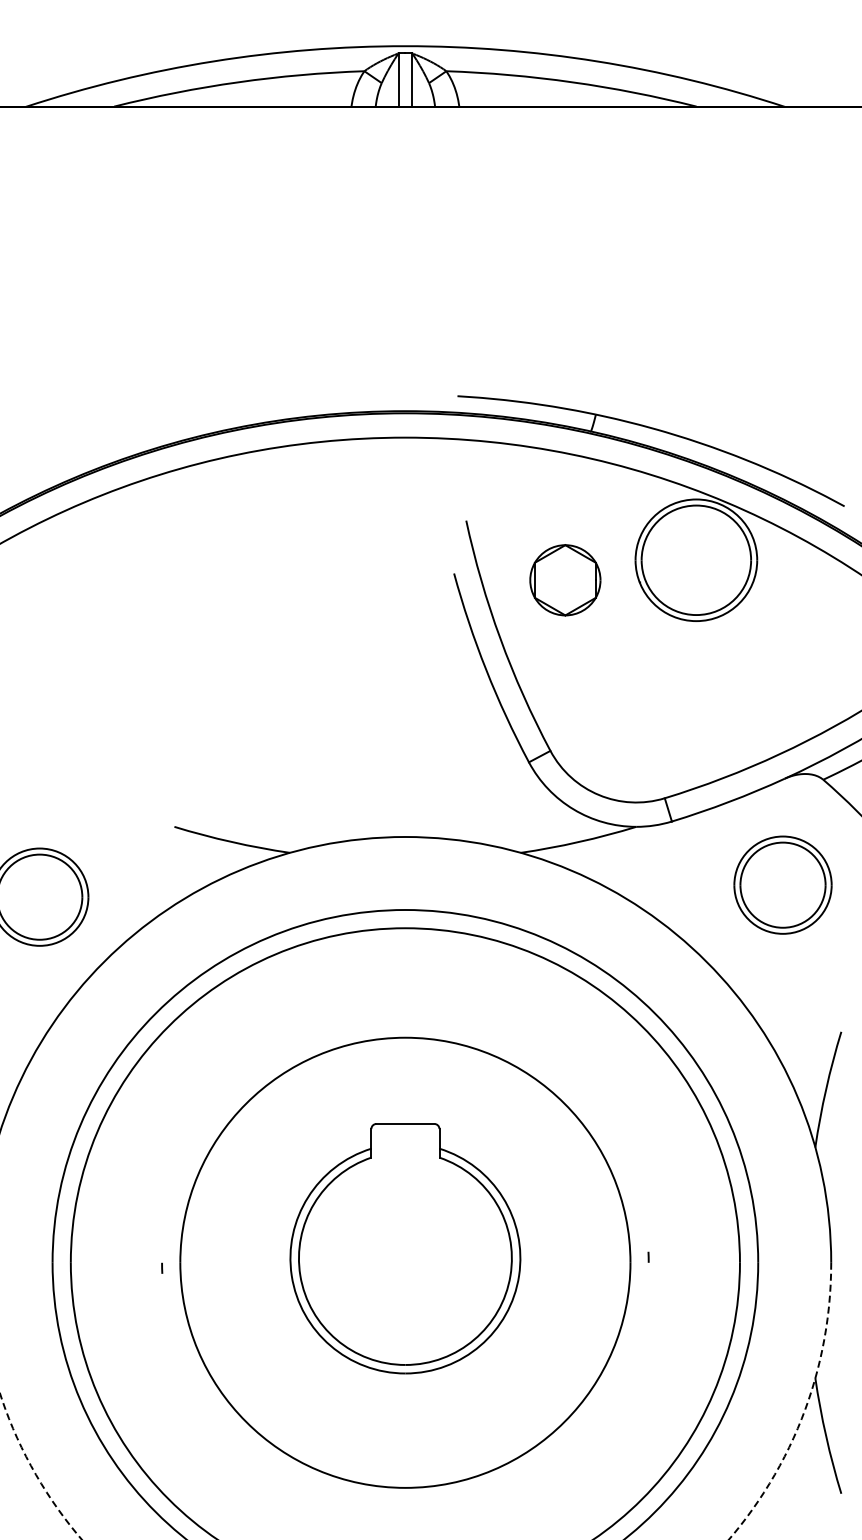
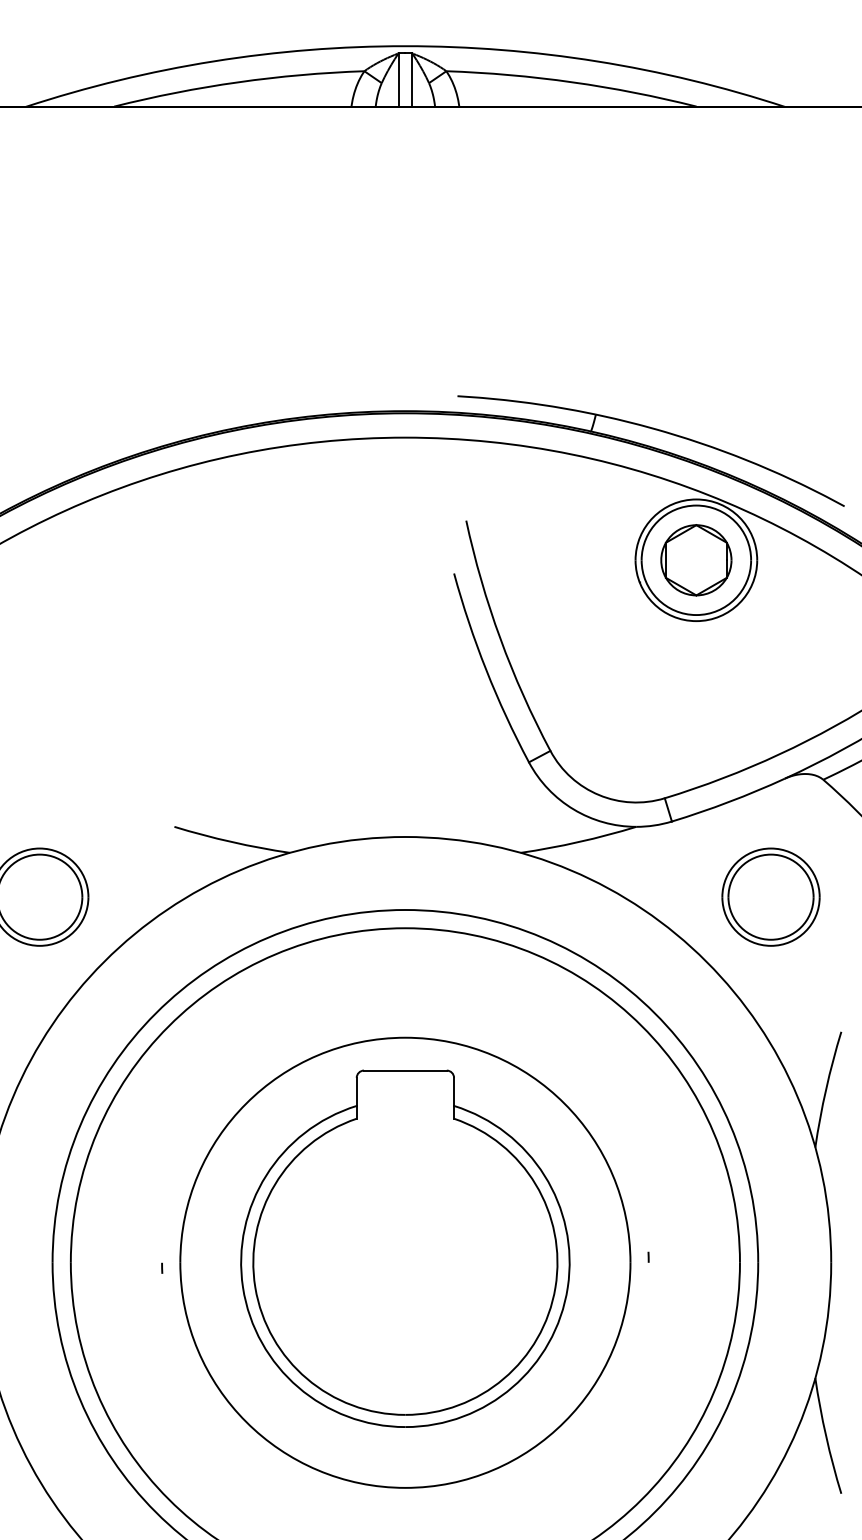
part at (565, 580) position: (565, 580) -> (696, 560)
part at (782, 884) position: (782, 884) -> (770, 896)
part at (405, 1248) size: 233x252 px -> 331x359 px
arc at (769, 1484): dashed -> solid
